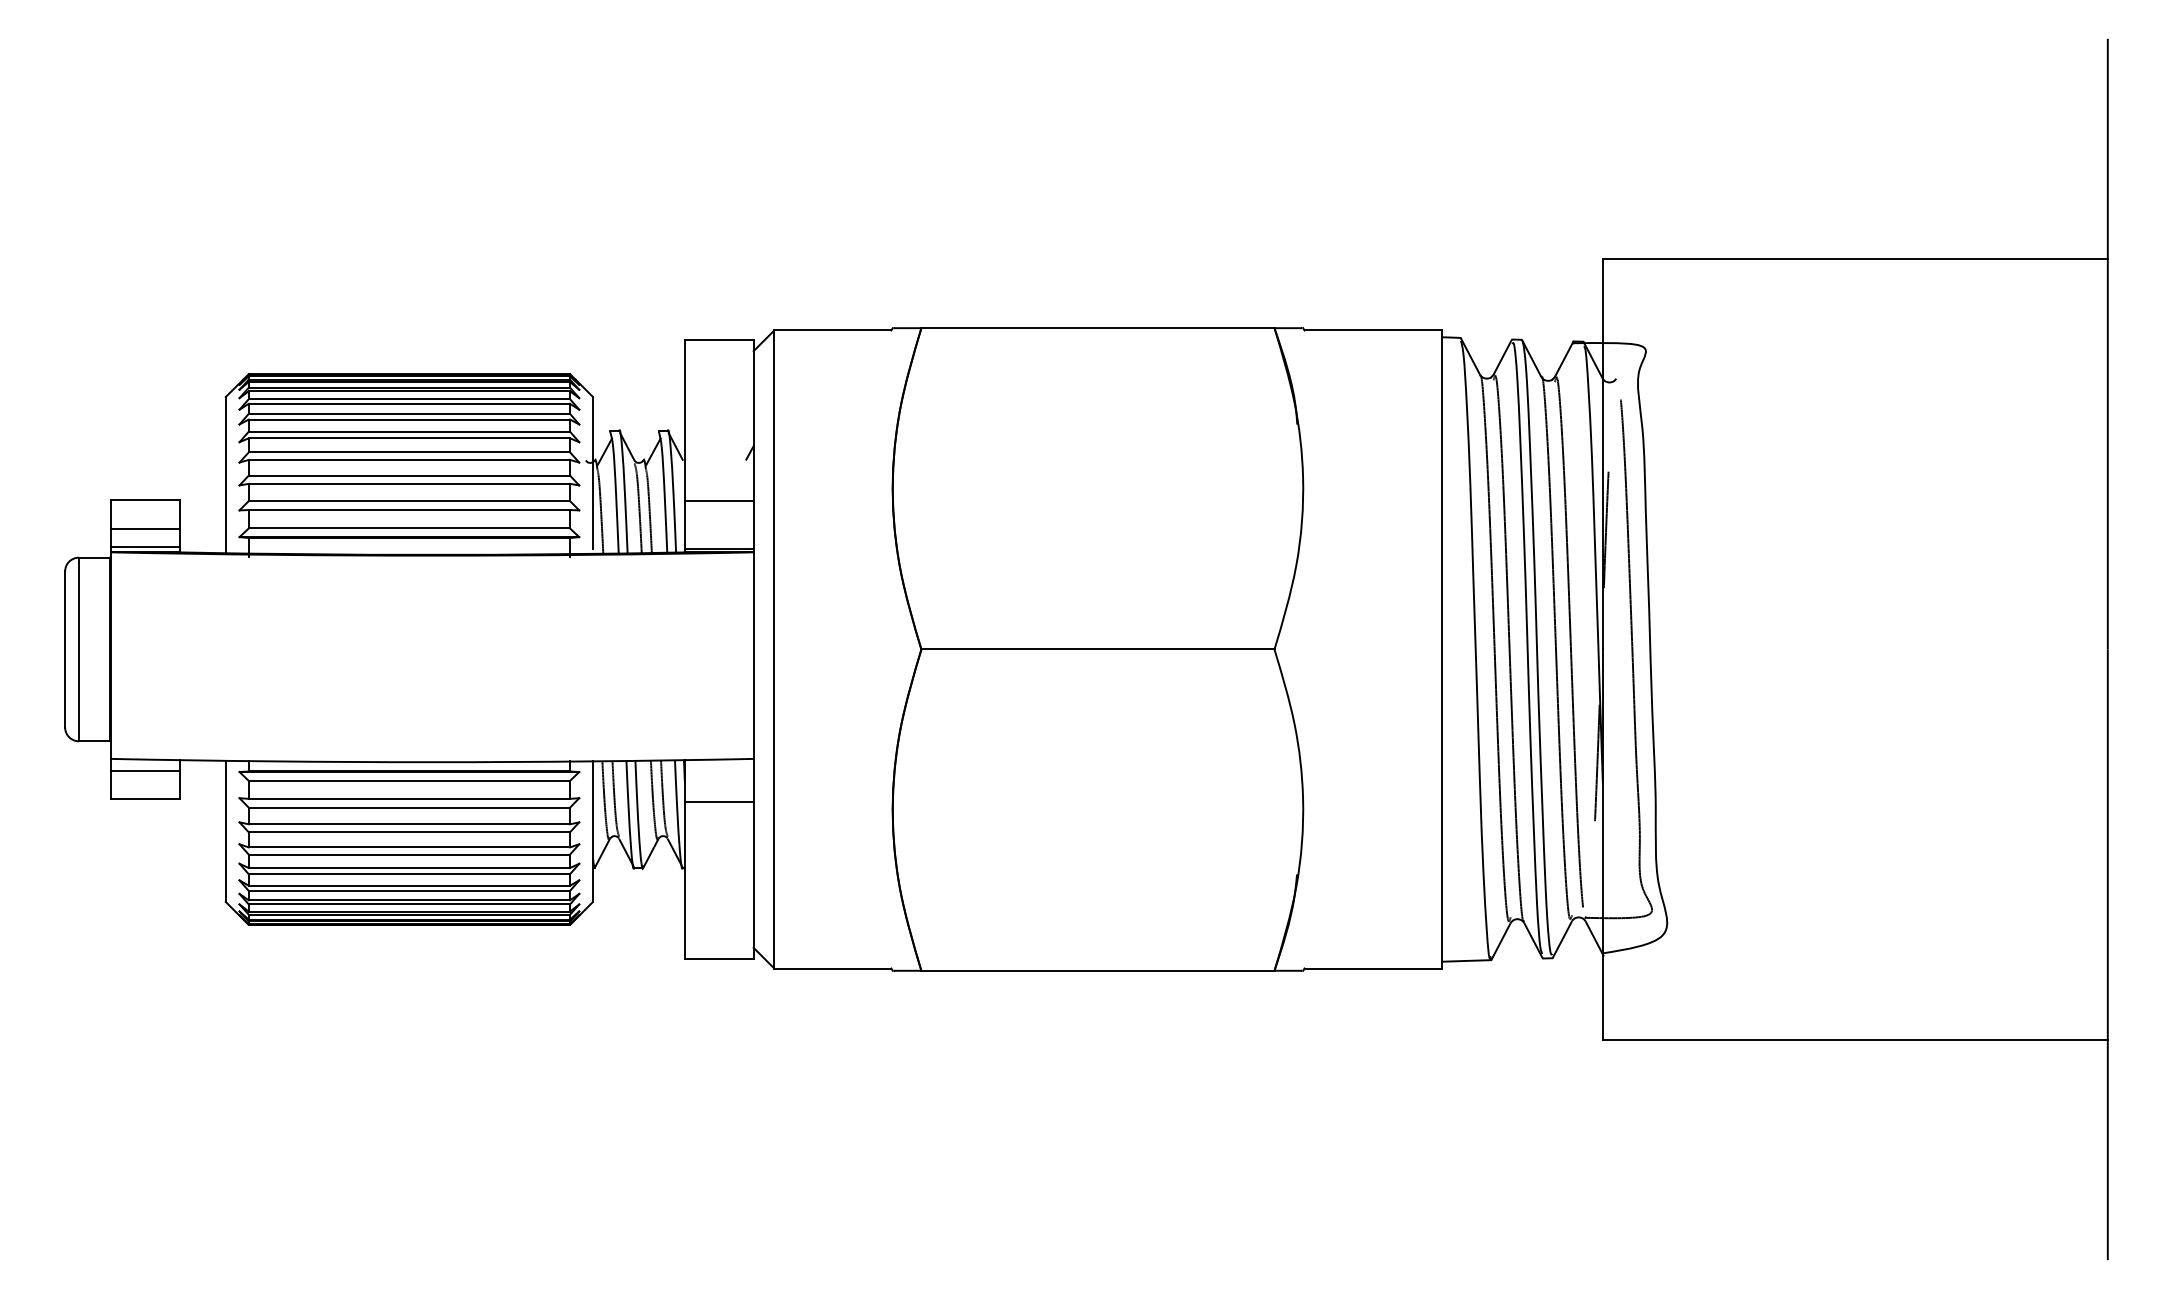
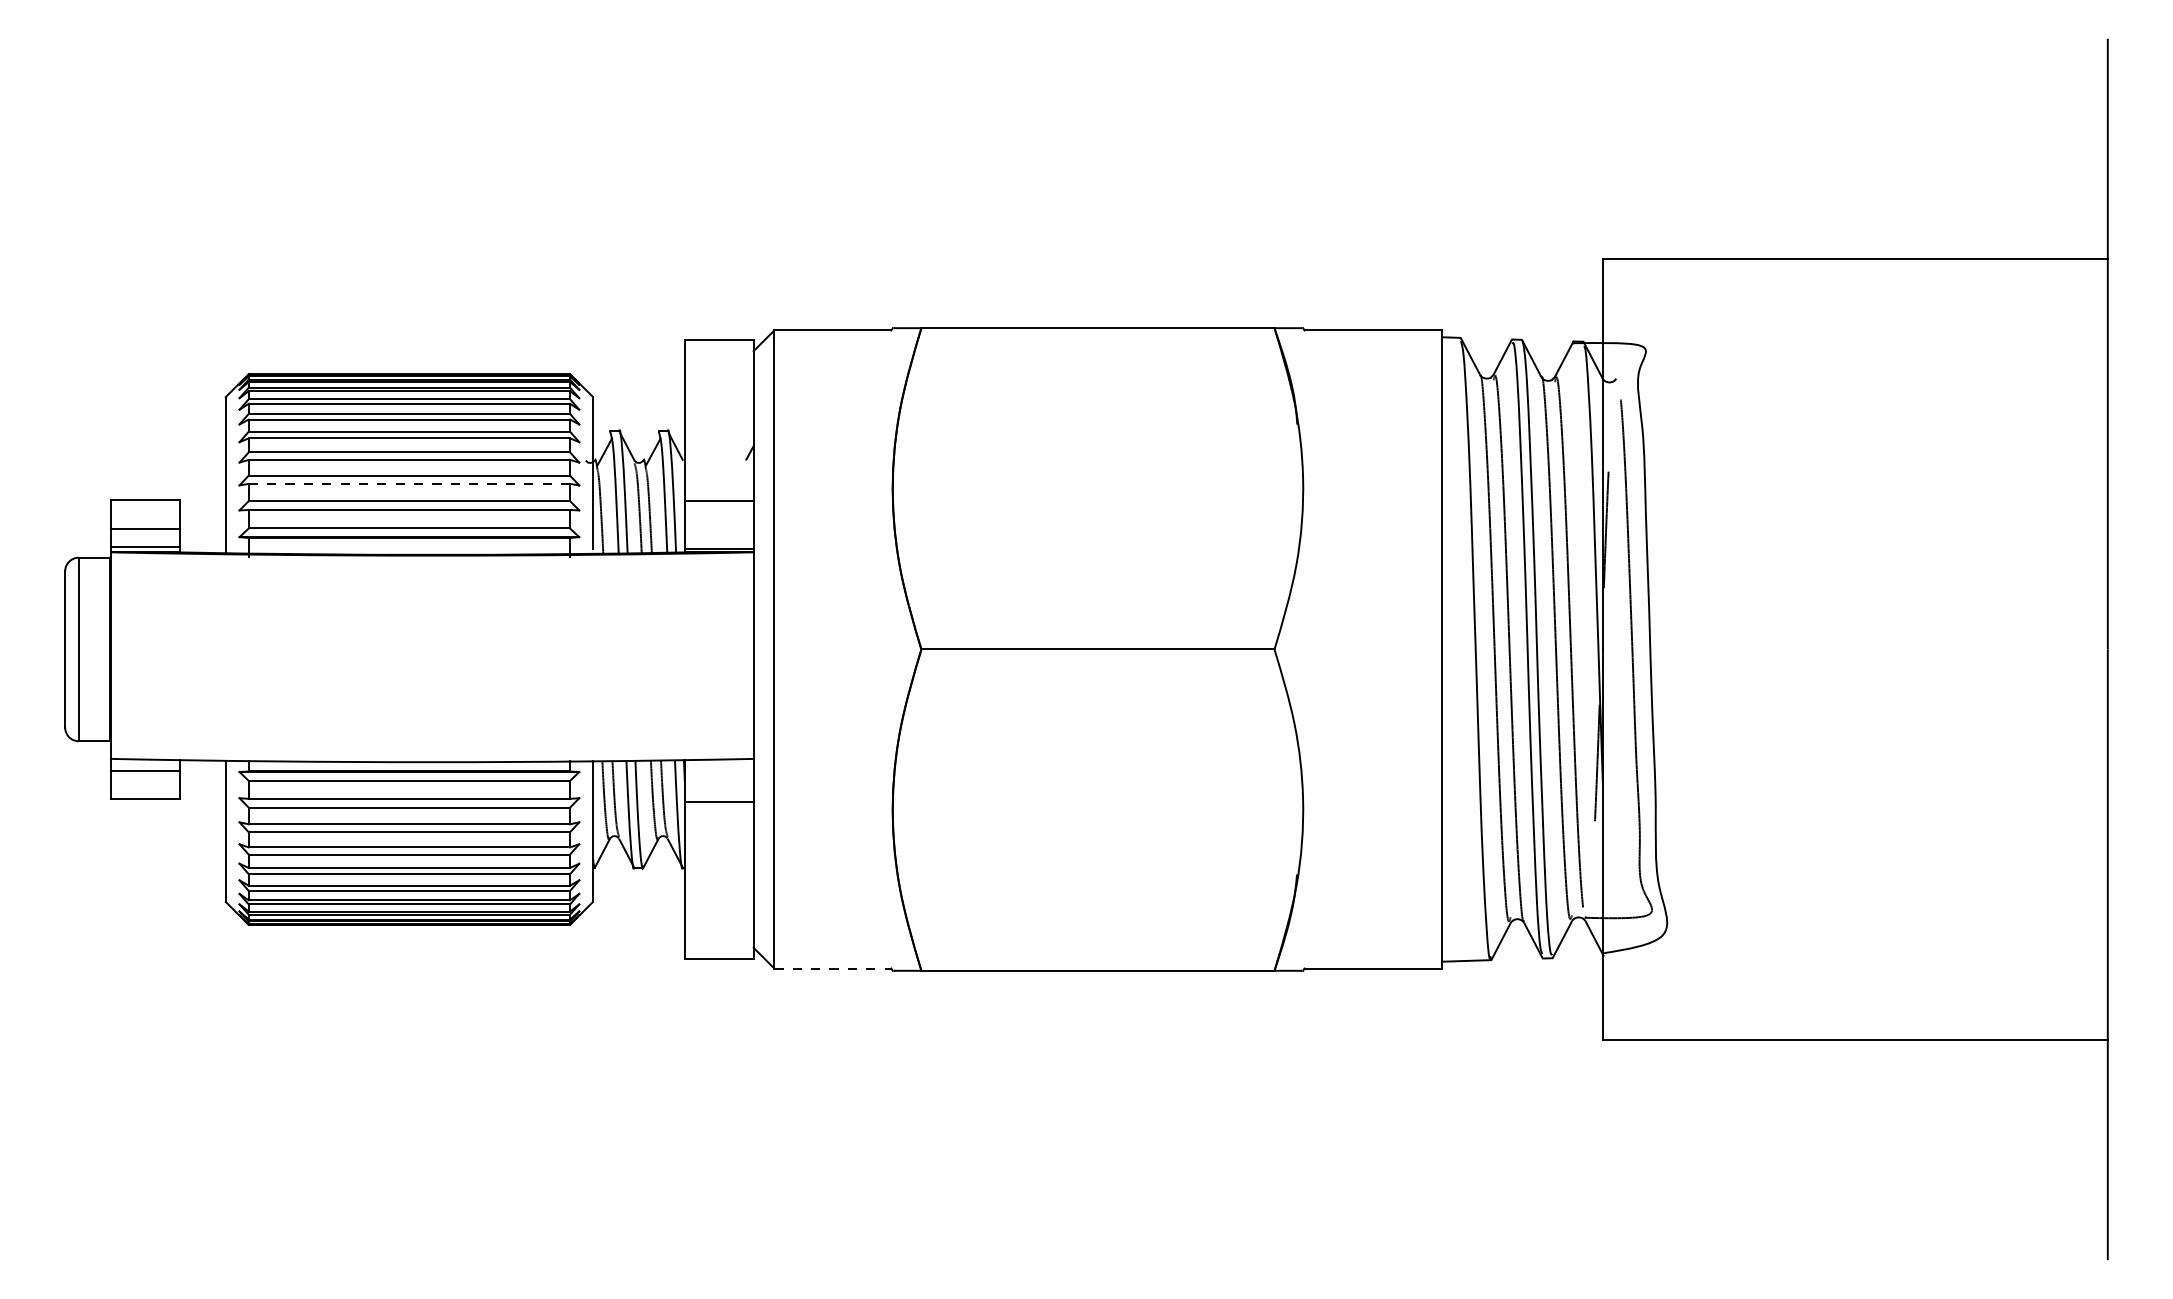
line at (409, 483): solid -> dashed
line at (832, 968): solid -> dashed
